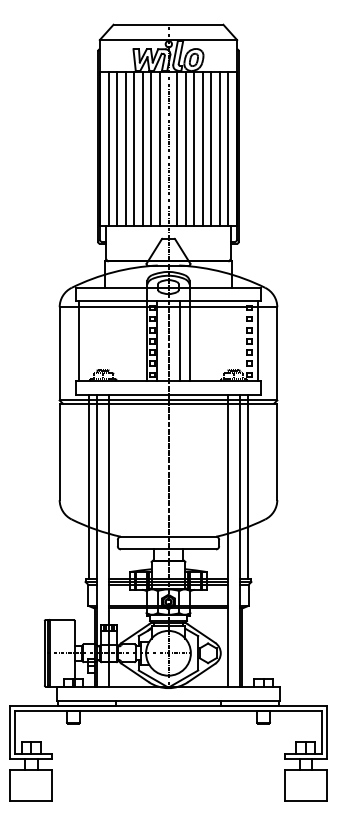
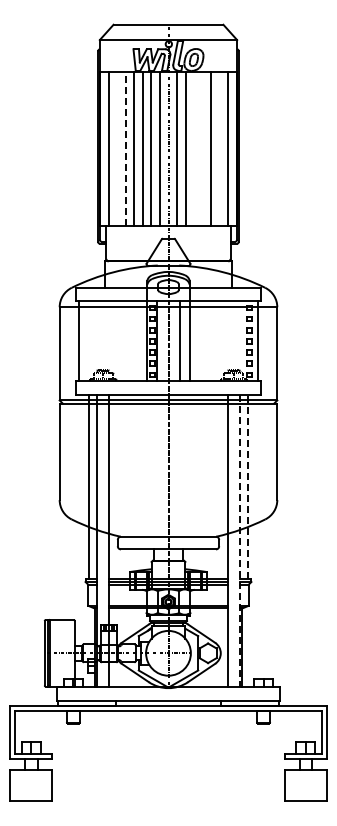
line at (117, 148): present -> none
line at (194, 148): present -> none
line at (202, 148): present -> none
line at (219, 148): present -> none
line at (125, 149): solid -> dashed
line at (247, 486): solid -> dashed
line at (240, 541): solid -> dashed
